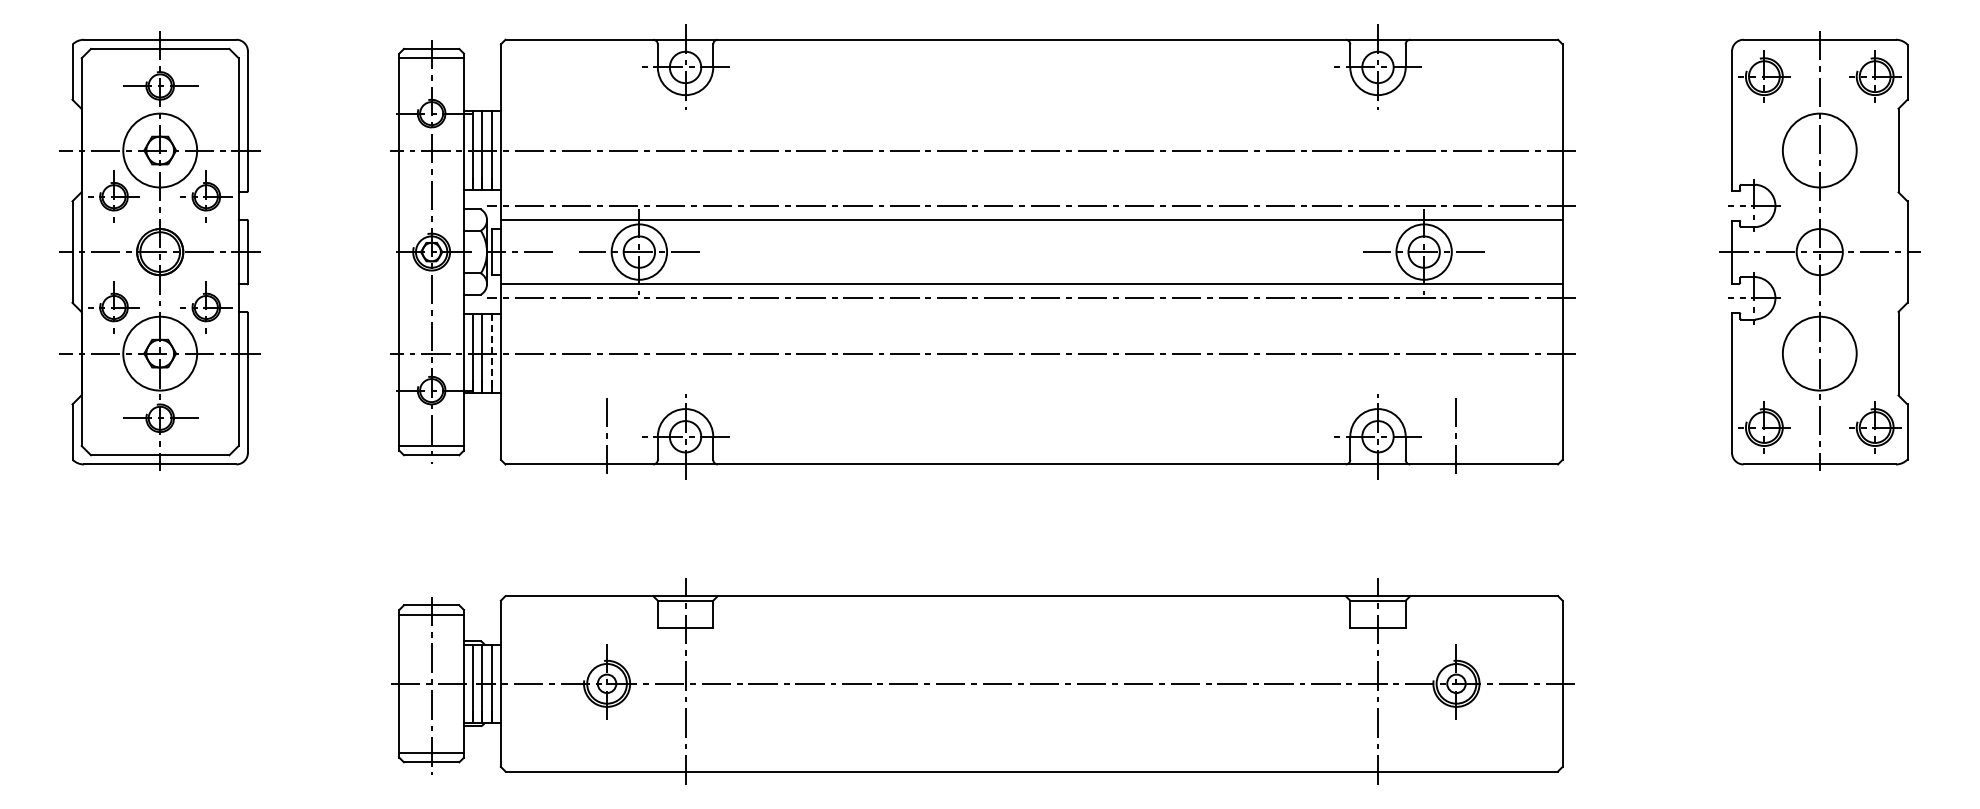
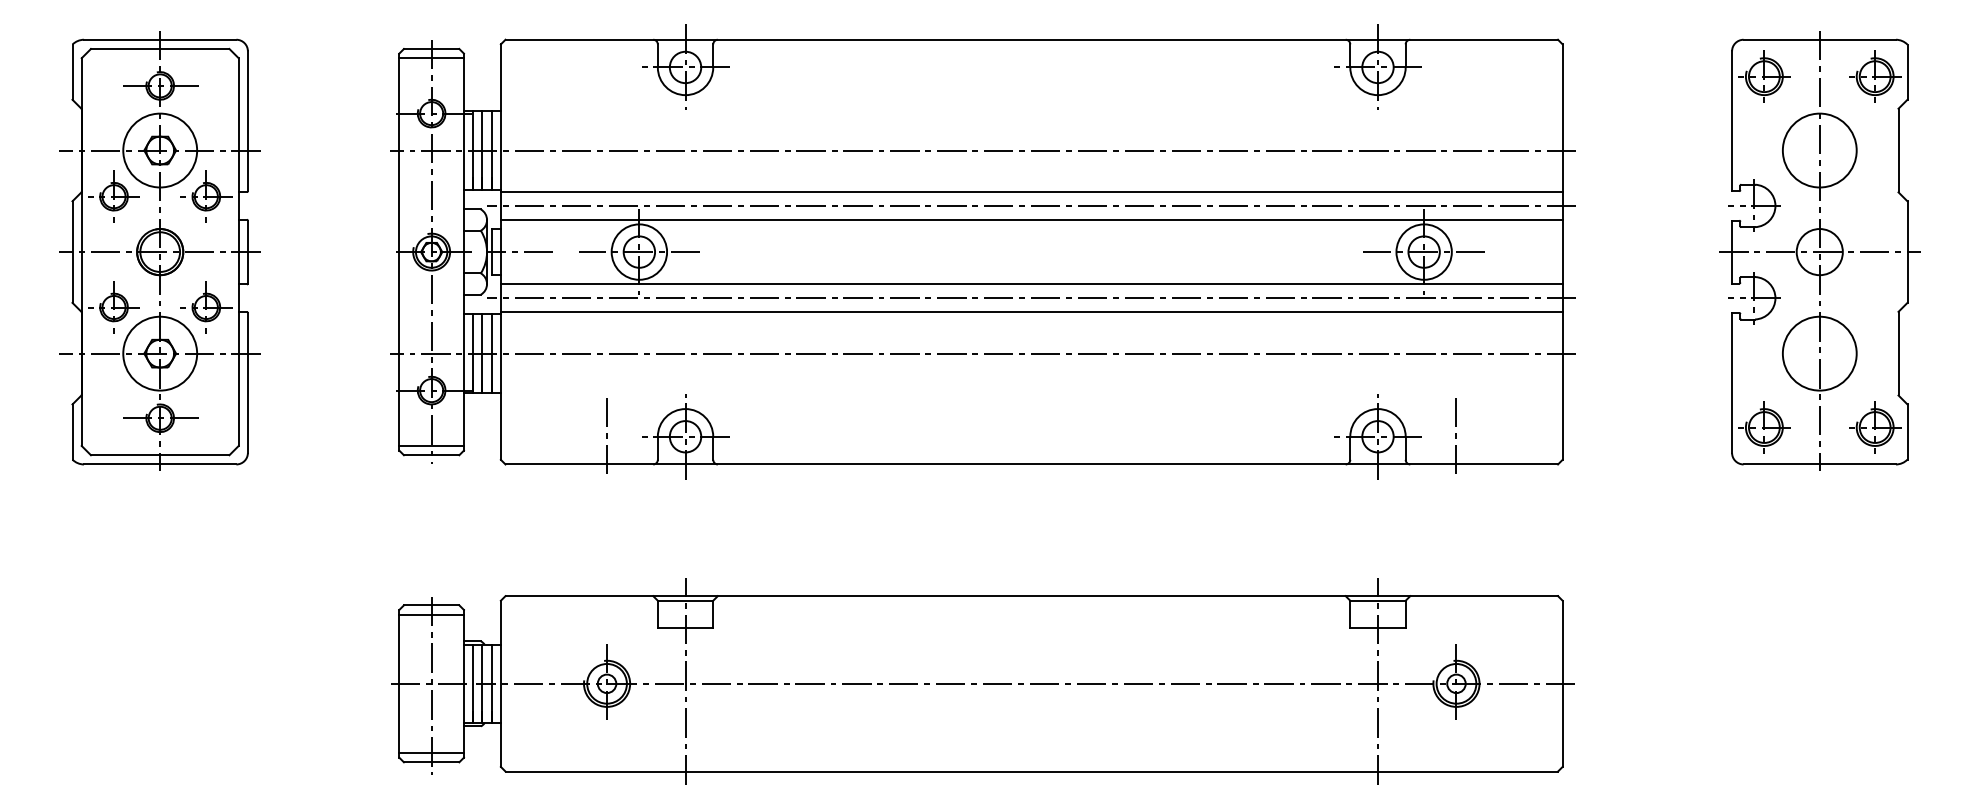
line at (1031, 192): none -> present
line at (1031, 312): none -> present
line at (491, 354): dashed -> solid
